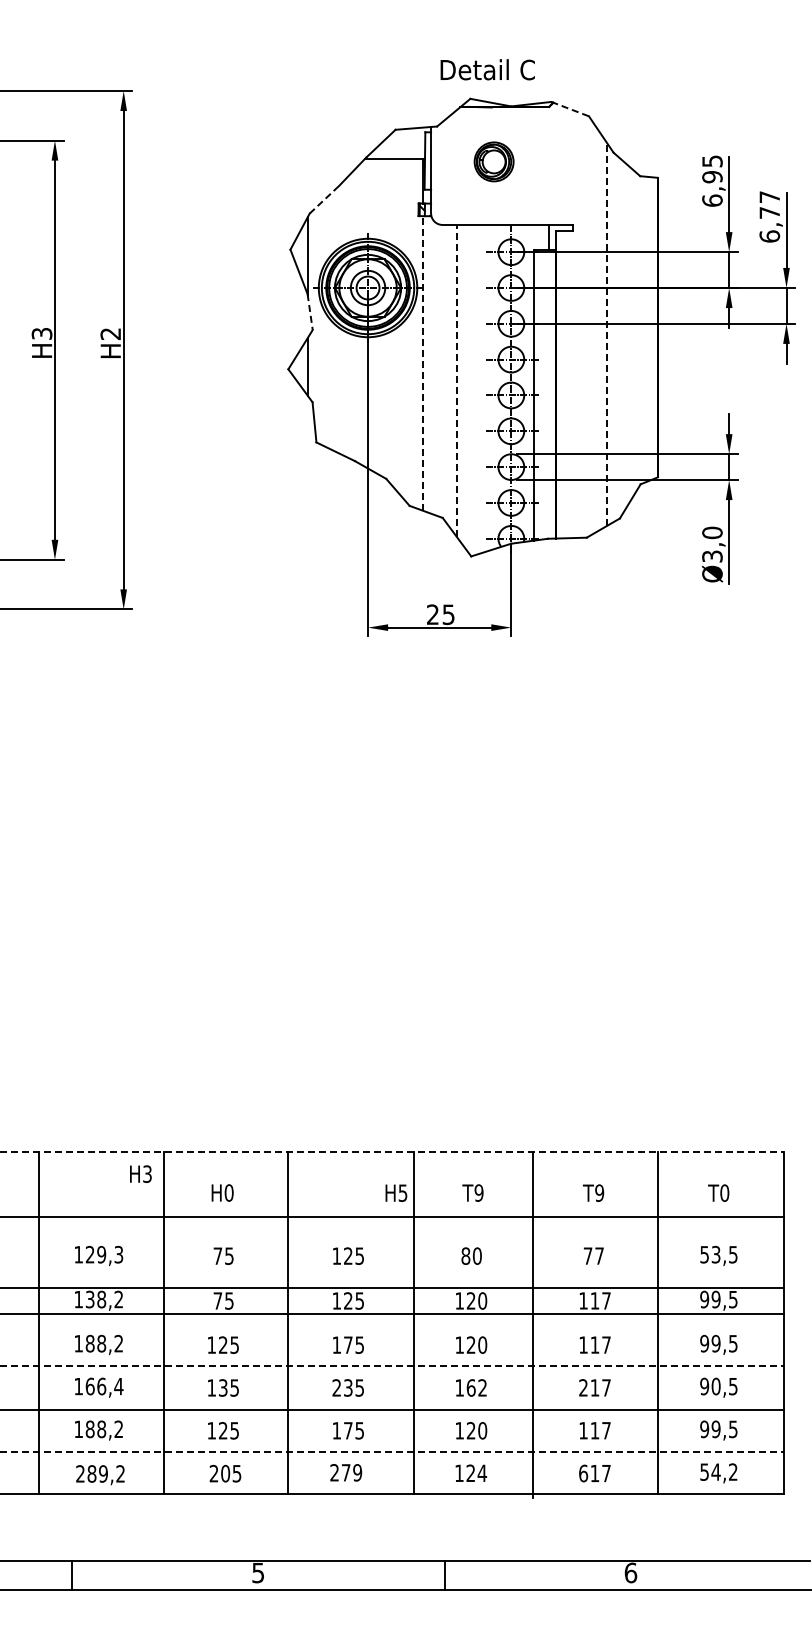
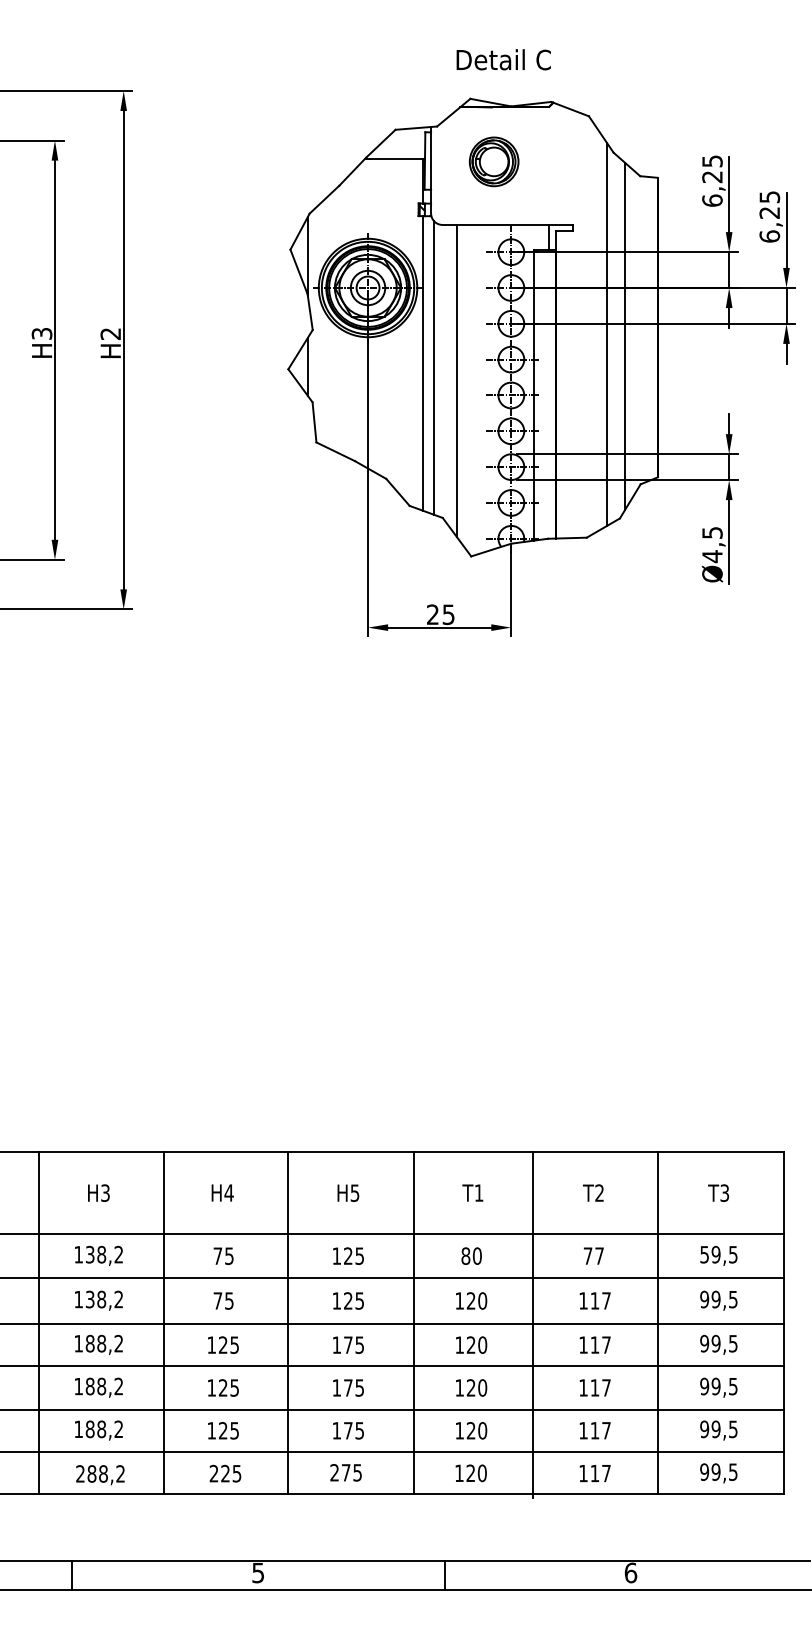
text at (487, 69) position: (487, 69) -> (503, 59)
line at (570, 109): dashed -> solid
part at (493, 161) size: 42x42 px -> 52x52 px
text at (712, 177): 6,95 -> 6,25
line at (324, 199): dashed -> solid
text at (769, 204): 6,77 -> 6,25
line at (310, 312): dashed -> solid
line at (607, 333): dashed -> solid
line at (625, 335): none -> present
line at (422, 362): dashed -> solid
line at (433, 367): none -> present
line at (456, 380): dashed -> solid
text at (712, 544): Ø3,0 -> Ø4,5
line at (392, 1151): dashed -> solid
text at (140, 1173) position: (140, 1173) -> (98, 1192)
text at (228, 1192): H0 -> H4
text at (396, 1192) position: (396, 1192) -> (348, 1192)
text at (478, 1192): T9 -> T1
text at (599, 1192): T9 -> T2
text at (724, 1192): T0 -> T3
line at (392, 1217) position: (392, 1217) -> (392, 1234)
text at (104, 1254): 129,3 -> 138,2
text at (715, 1254): 53,5 -> 59,5
line at (392, 1287) position: (392, 1287) -> (392, 1277)
line at (392, 1313) position: (392, 1313) -> (392, 1323)
line at (392, 1366): dashed -> solid
text at (104, 1386): 166,4 -> 188,2
text at (715, 1386): 90,5 -> 99,5
text at (223, 1387): 135 -> 125
text at (342, 1387): 235 -> 175
text at (476, 1387): 162 -> 120
text at (583, 1387): 217 -> 117
line at (392, 1451): dashed -> solid
text at (718, 1471): 54,2 -> 99,5
text at (357, 1472): 279 -> 275
text at (103, 1473): 289,2 -> 288,2
text at (225, 1473): 205 -> 225
text at (482, 1473): 124 -> 120
text at (583, 1473): 617 -> 117
